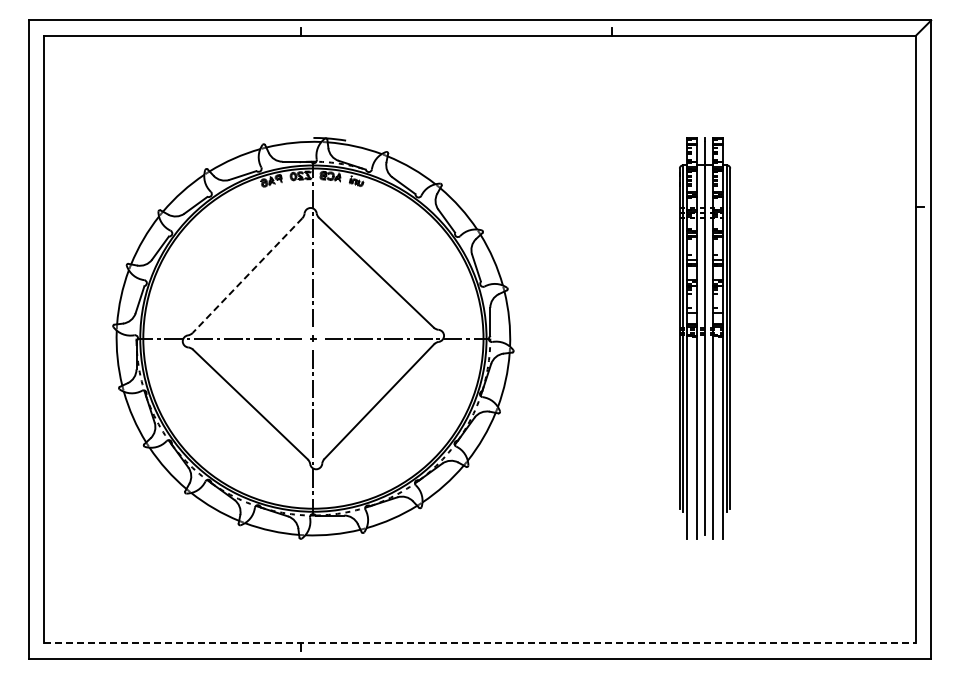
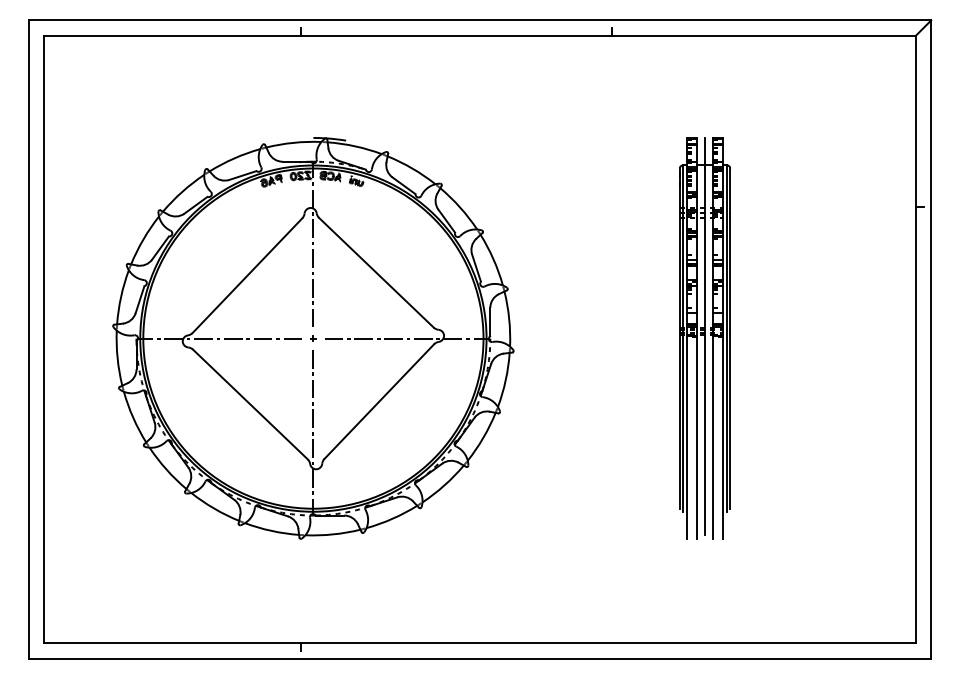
line at (247, 275): dashed -> solid
line at (480, 643): dashed -> solid
